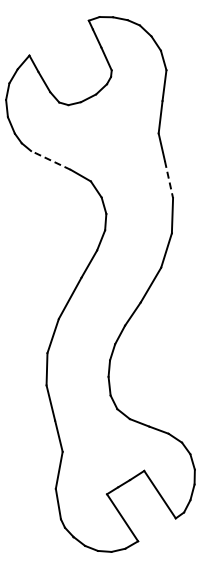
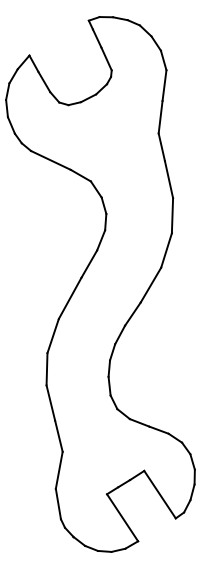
line at (50, 160): dashed -> solid
line at (169, 179): dashed -> solid
